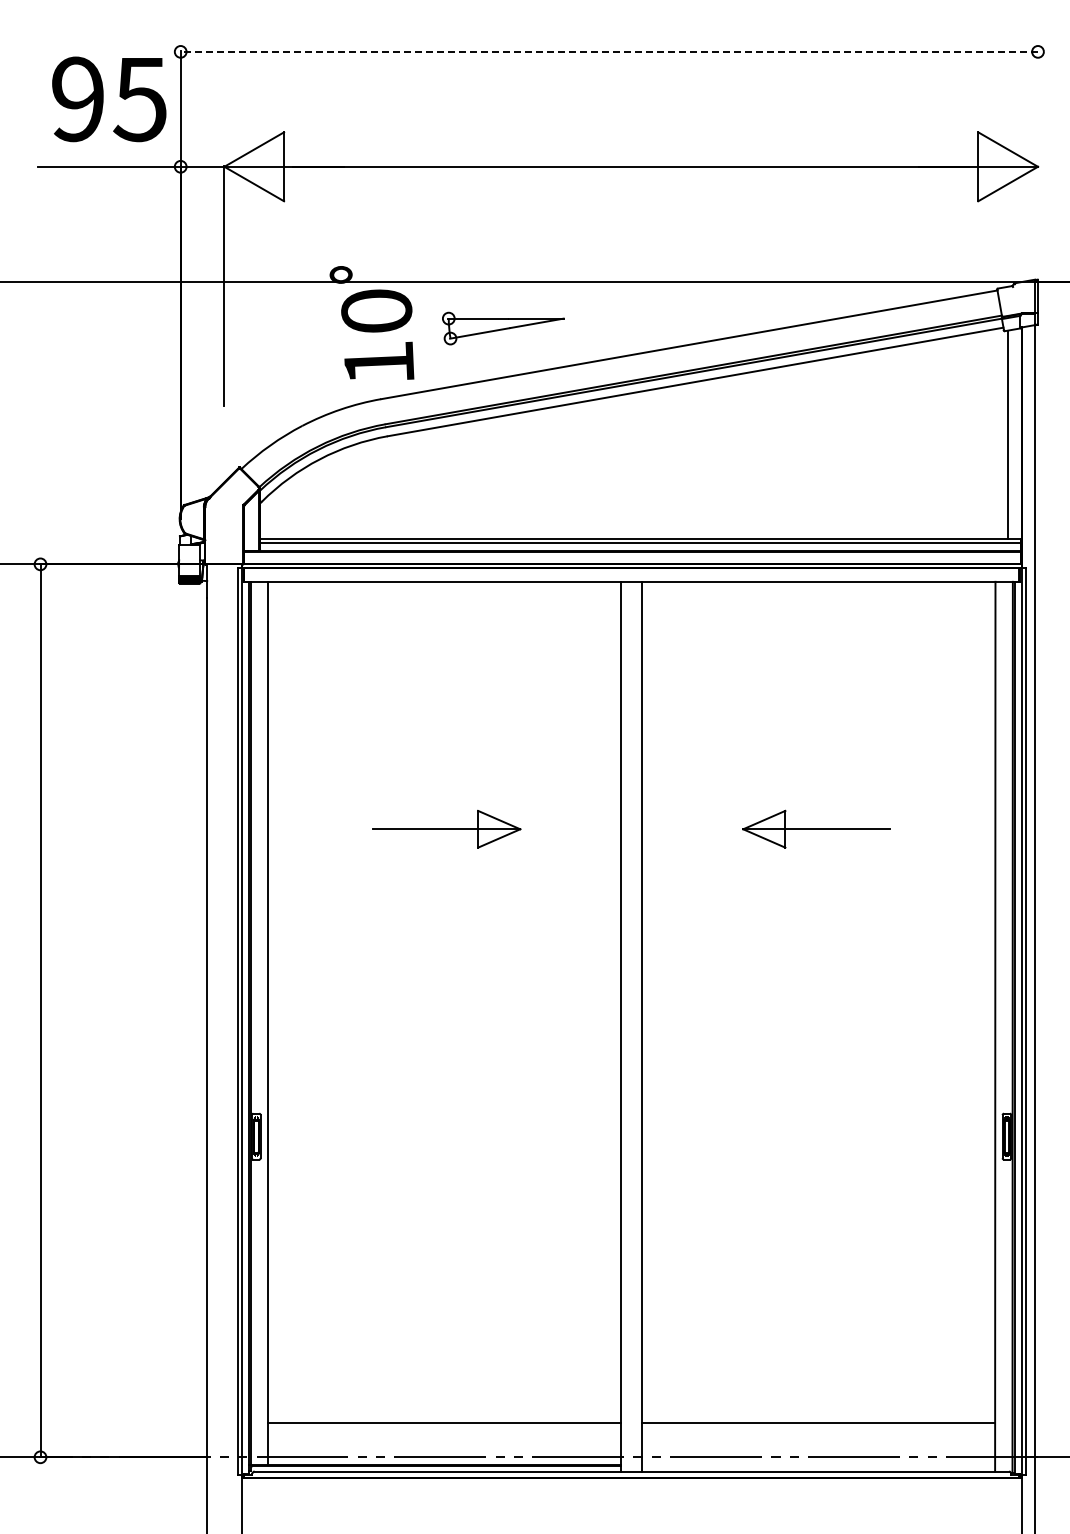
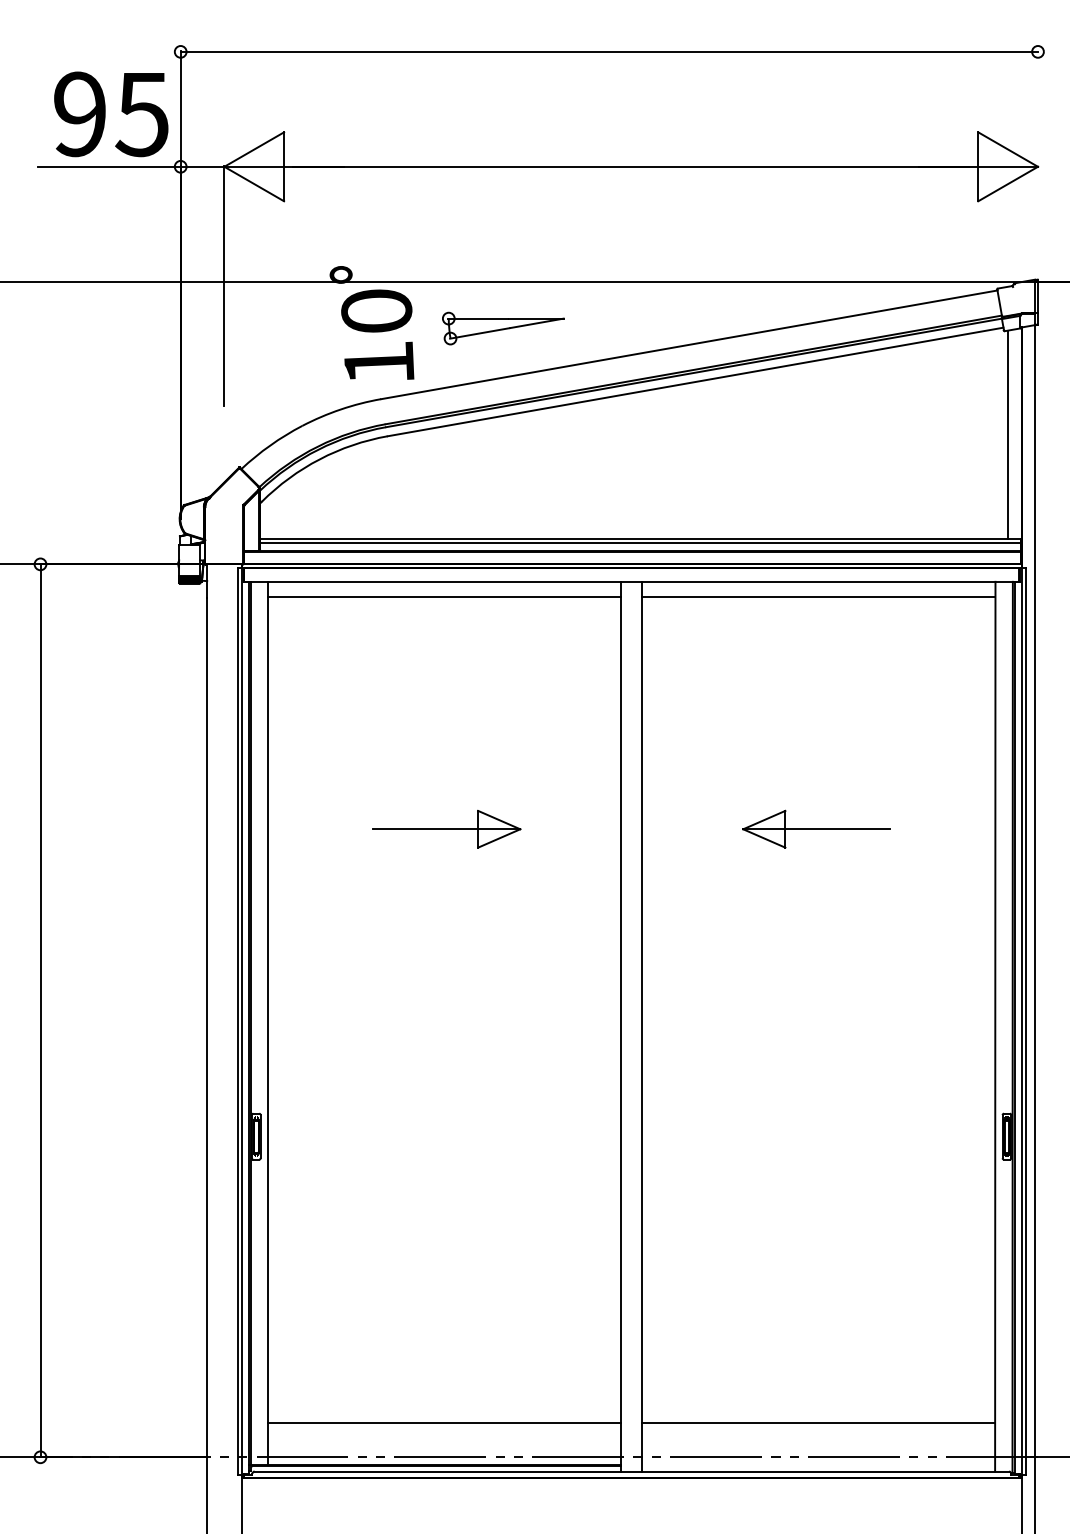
line at (609, 51): dashed -> solid
text at (109, 99) position: (109, 99) -> (111, 114)
line at (444, 596): none -> present
line at (818, 596): none -> present
